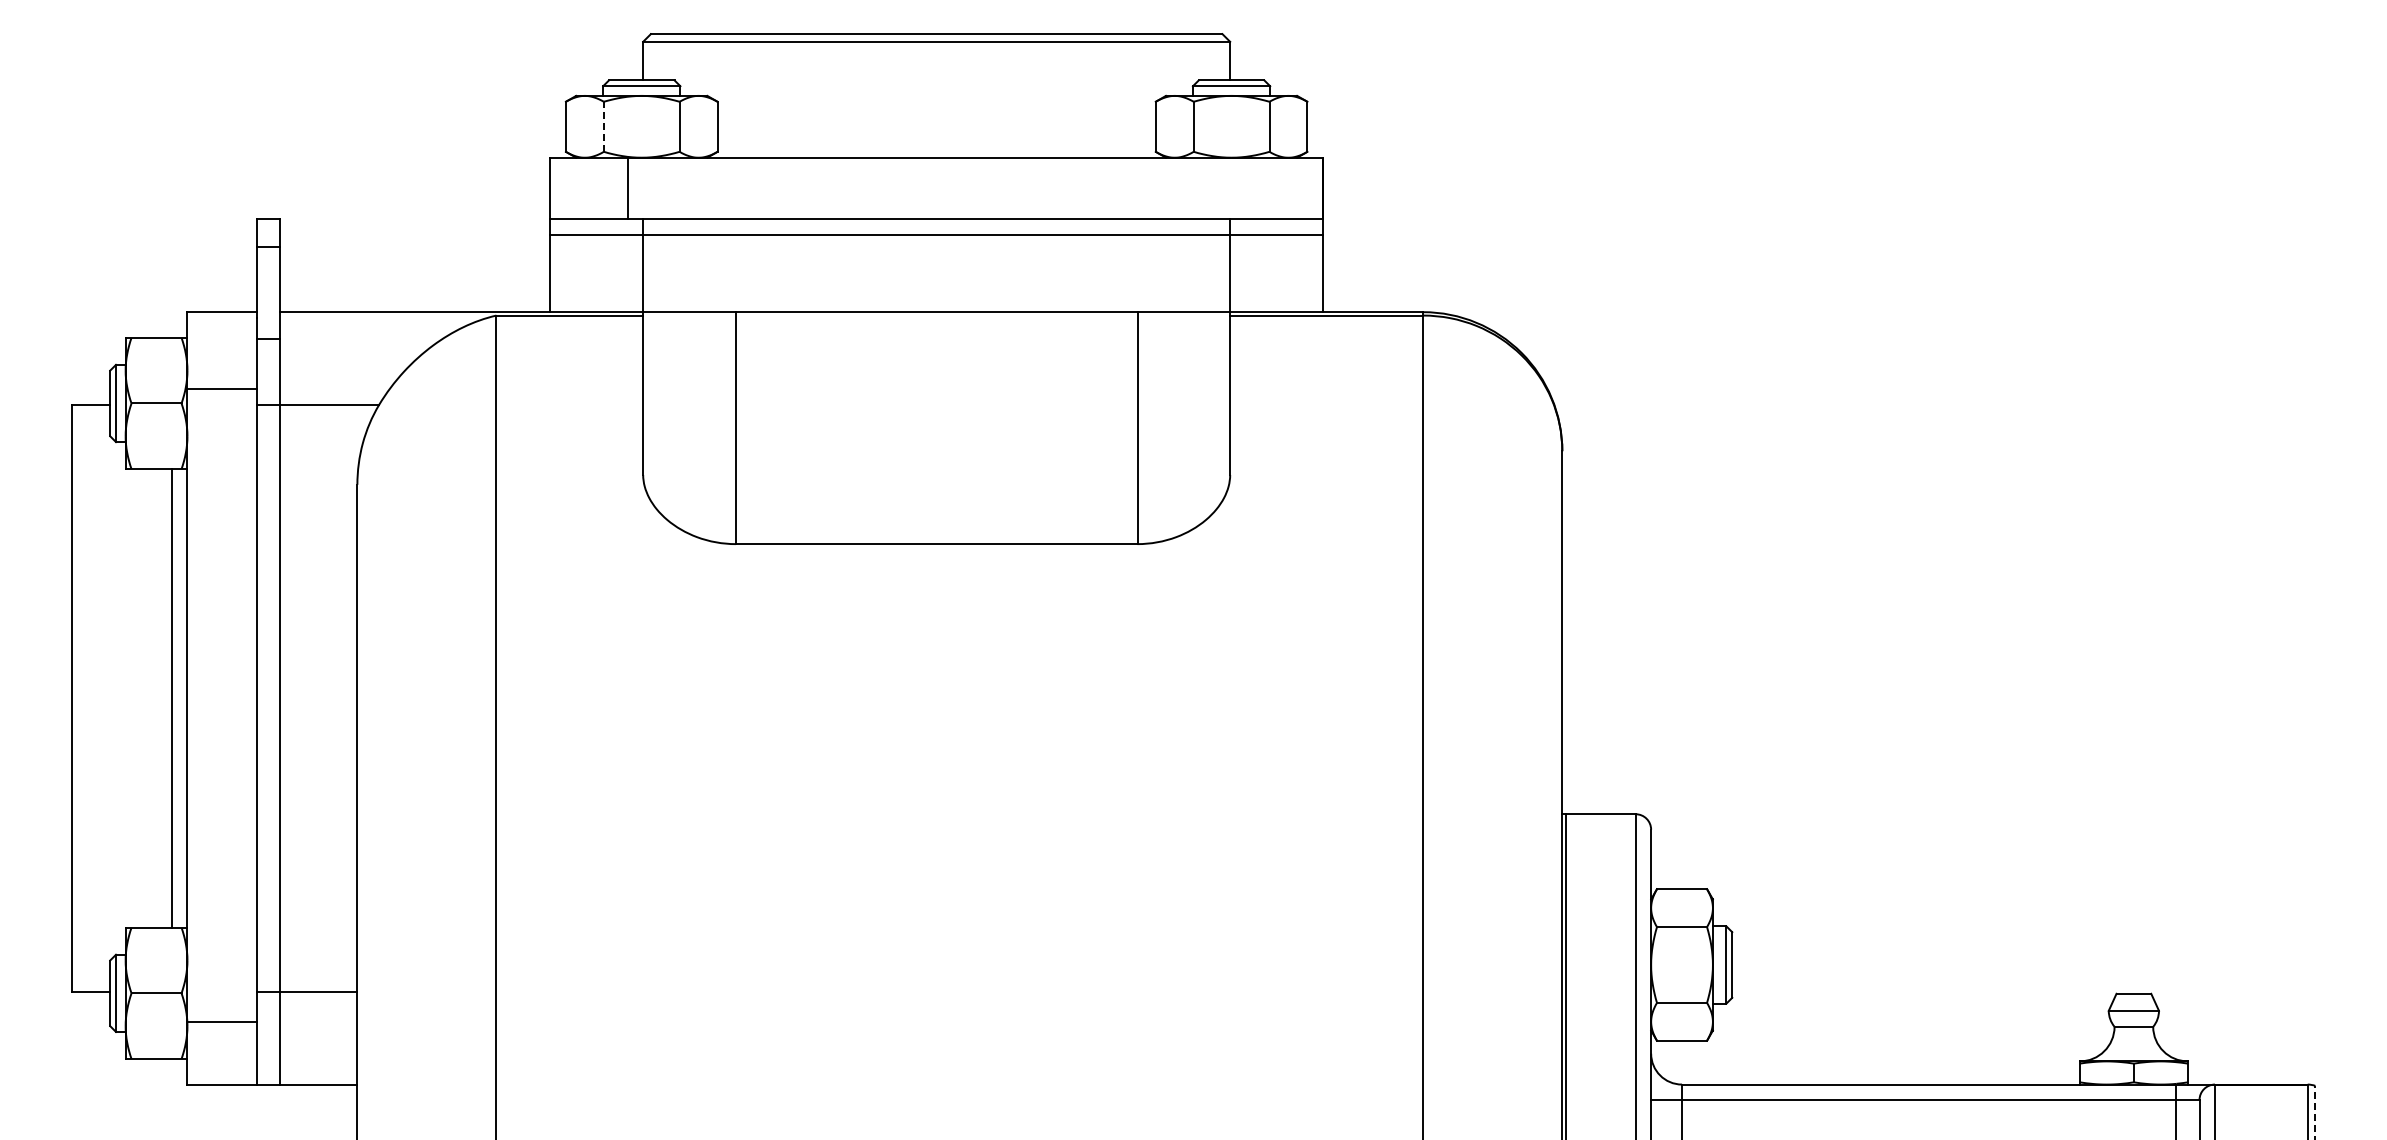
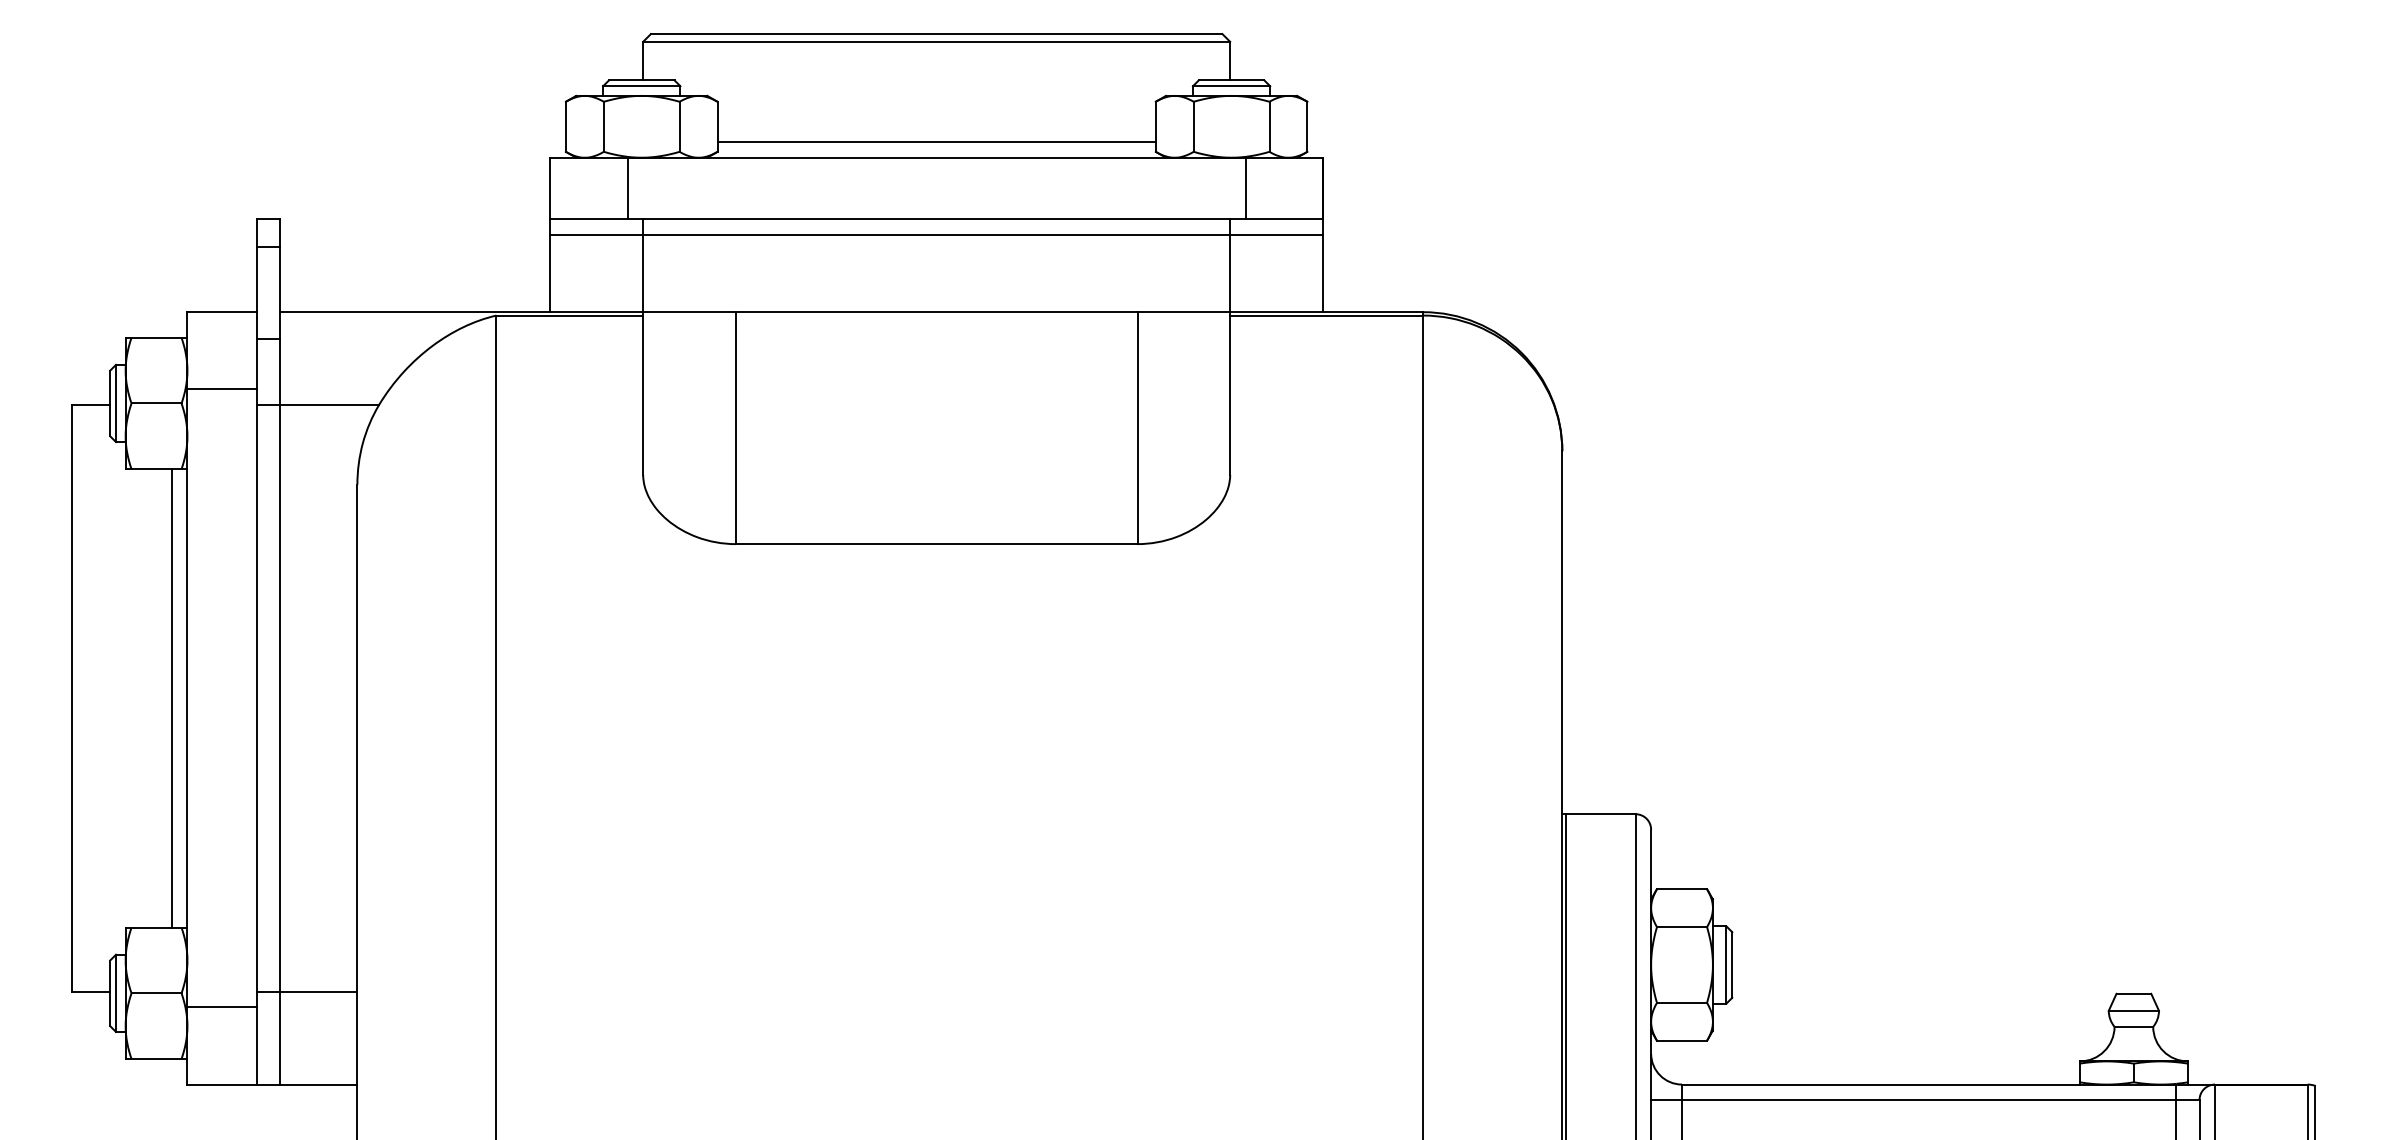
line at (603, 126): dashed -> solid
line at (936, 142): none -> present
line at (1245, 188): none -> present
line at (221, 1022) position: (221, 1022) -> (221, 1007)
line at (2315, 1112): dashed -> solid
